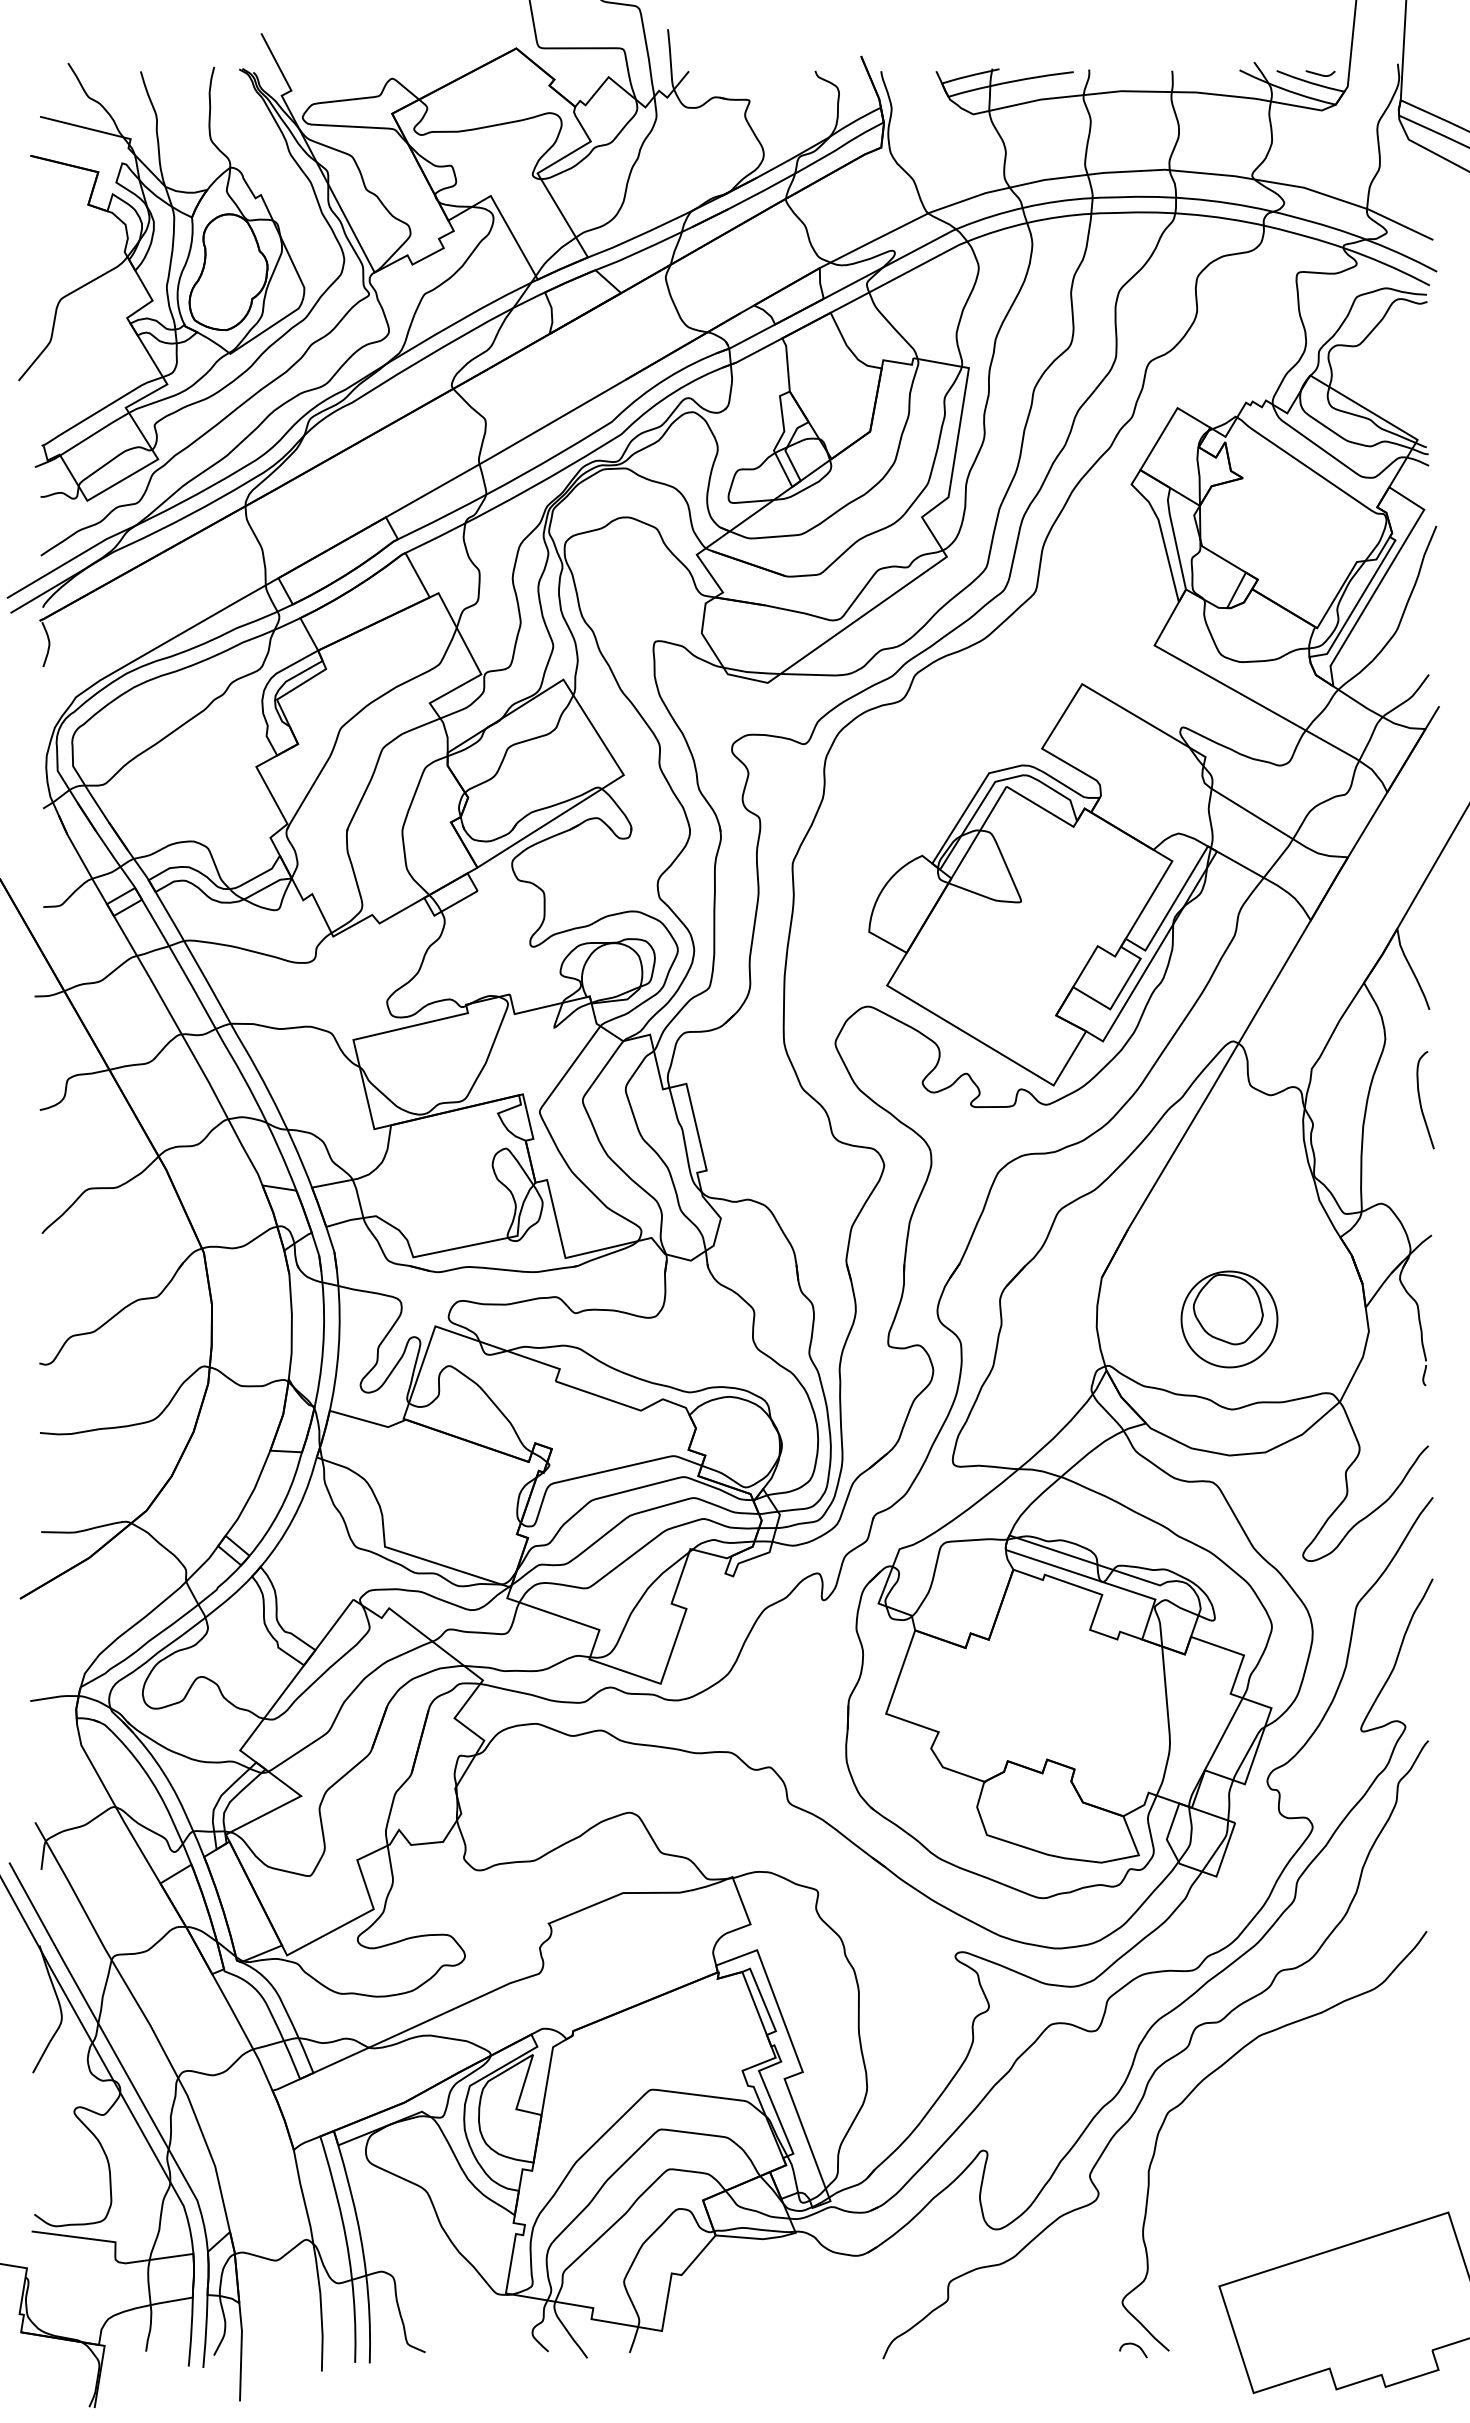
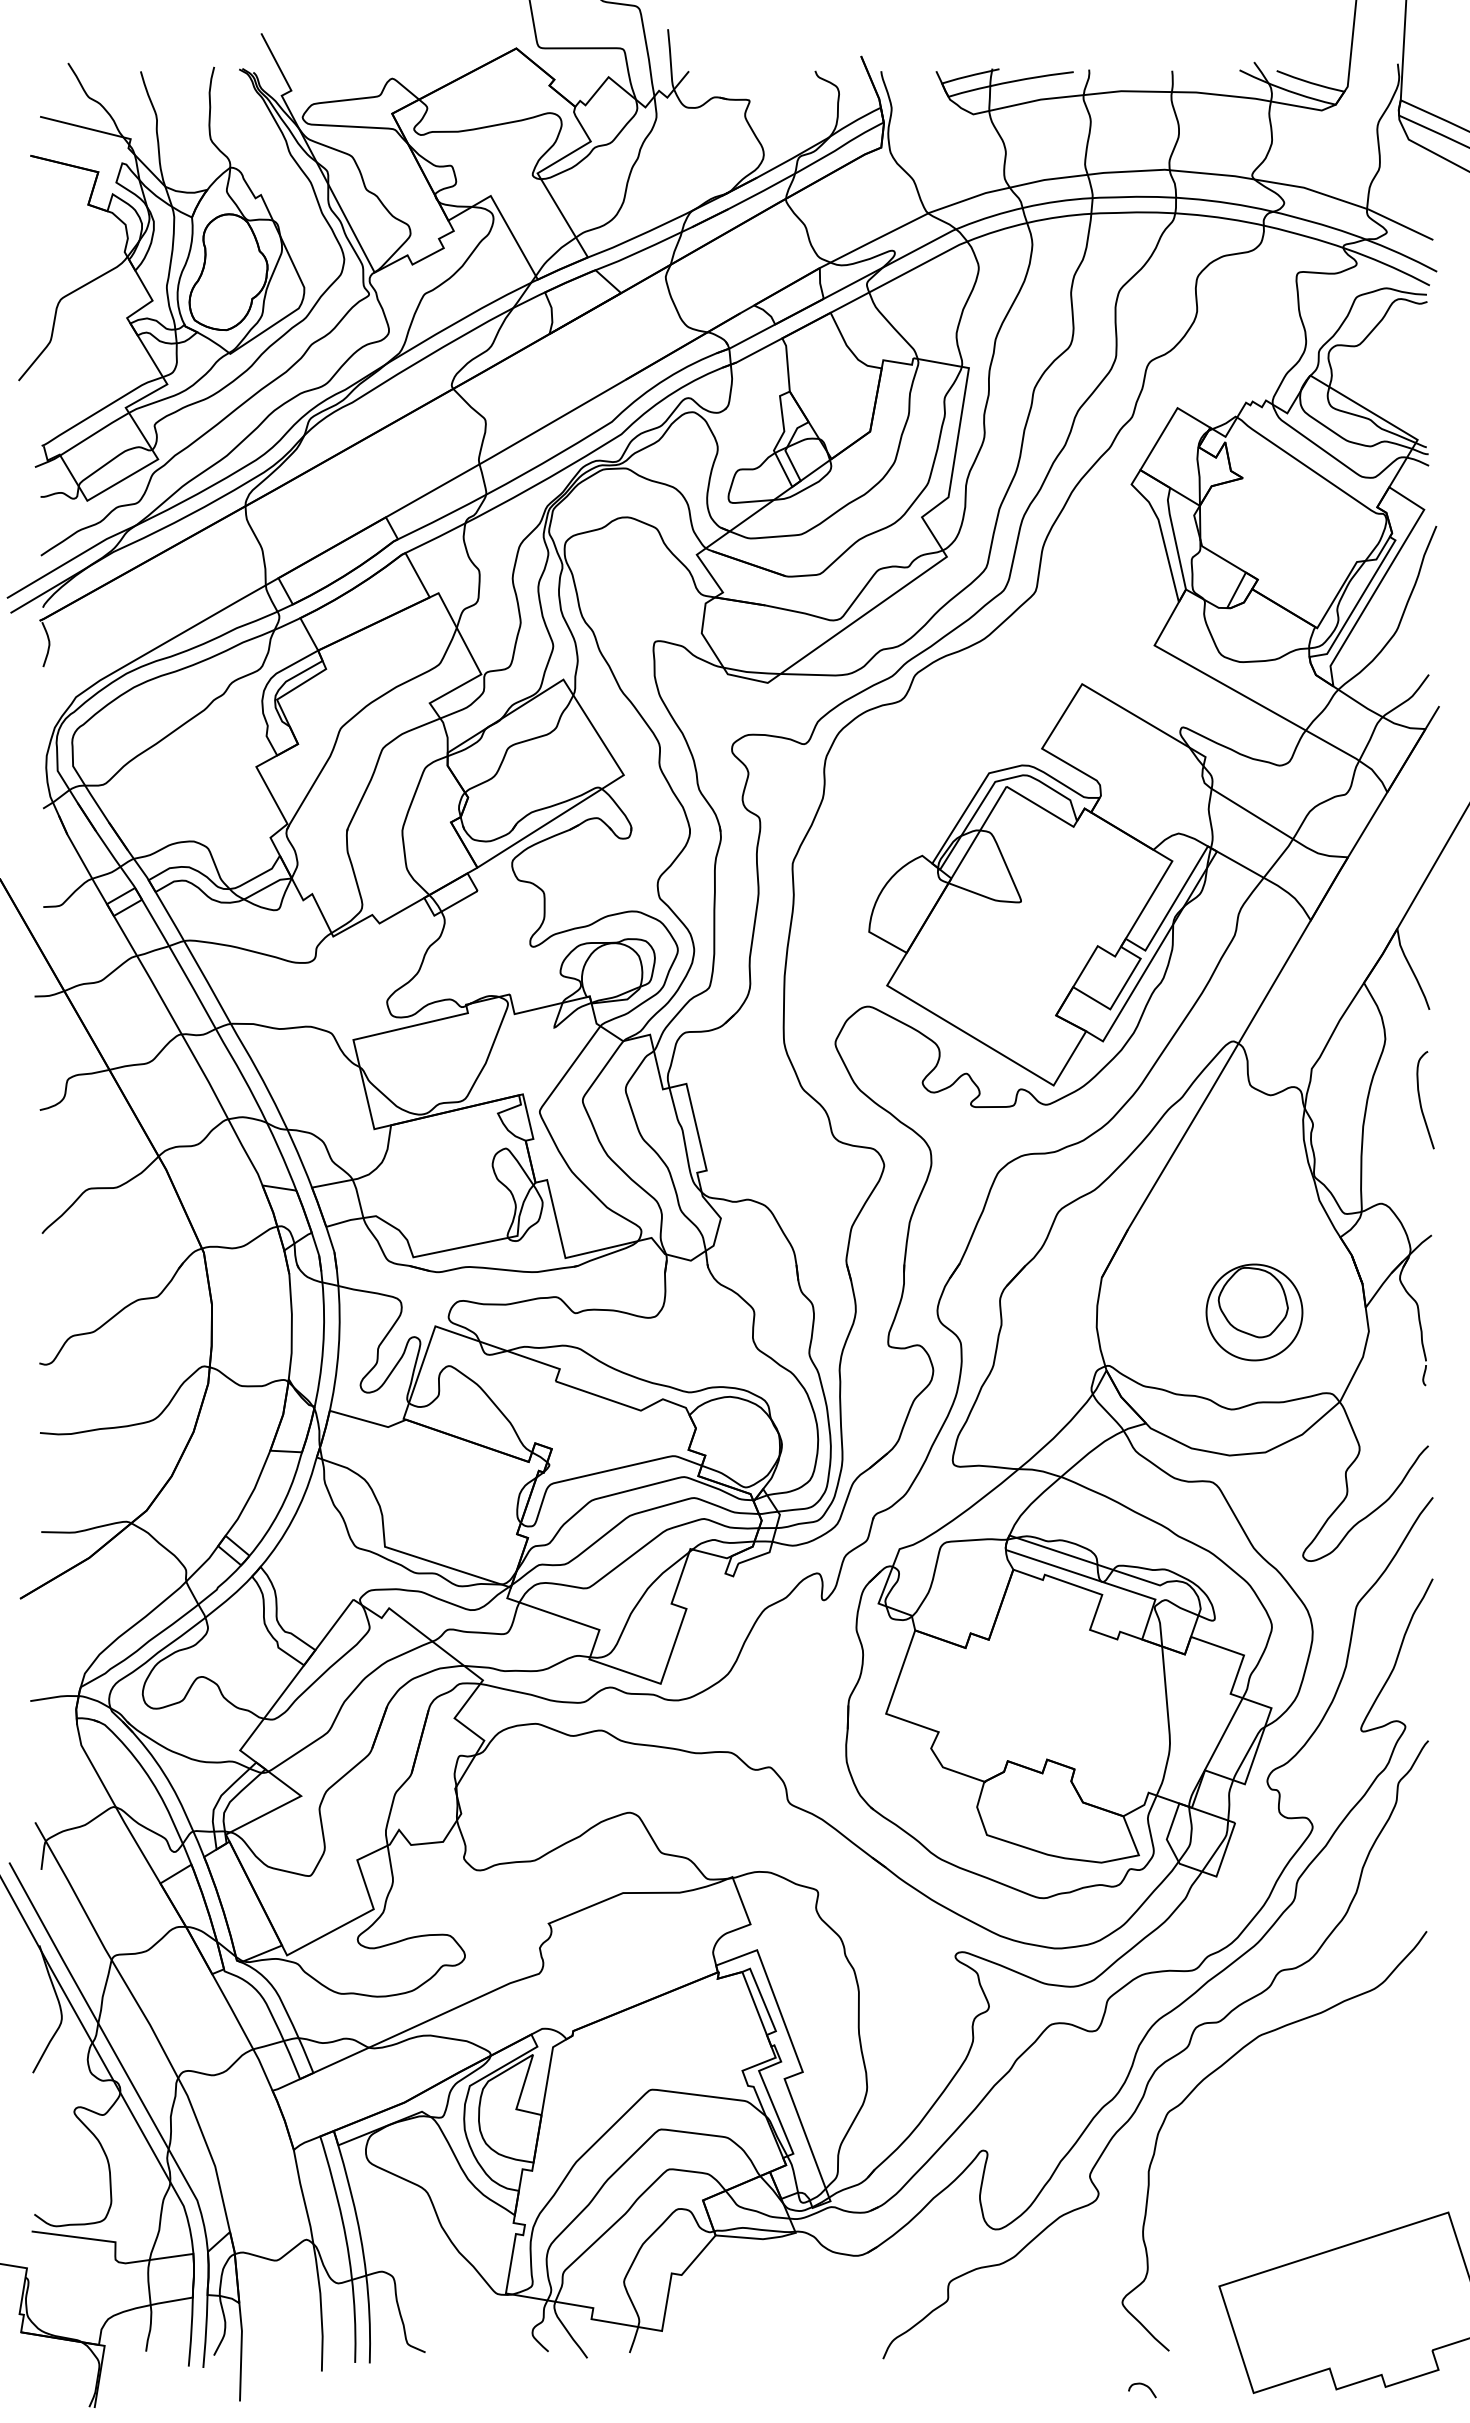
curve at (1319, 73): present -> none
part at (1229, 1319) position: (1229, 1319) -> (1254, 1312)
curve at (1133, 2345) position: (1133, 2345) -> (1142, 2385)
